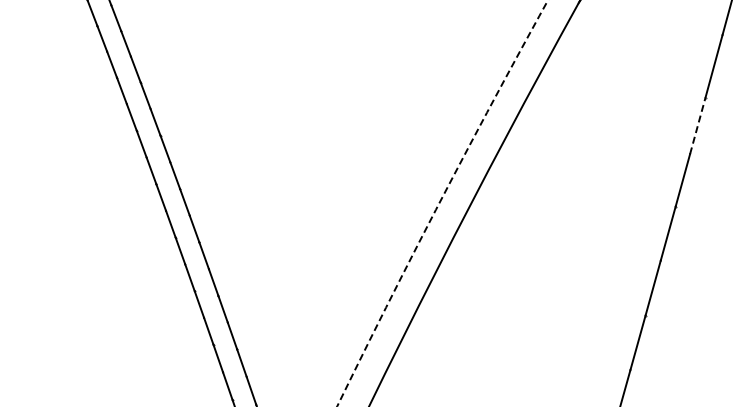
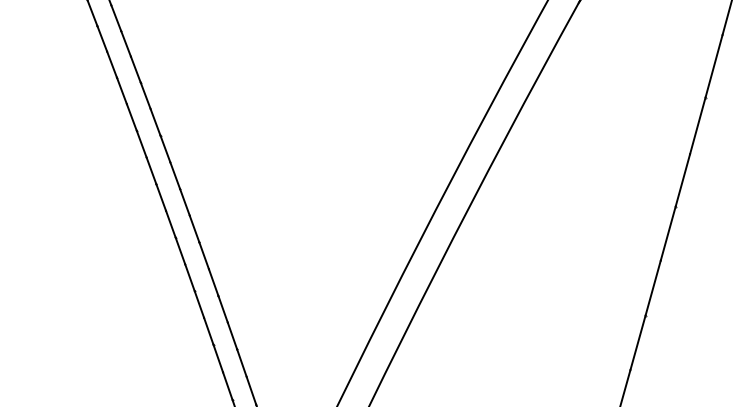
line at (697, 125): dashed -> solid
arc at (440, 201): dashed -> solid
